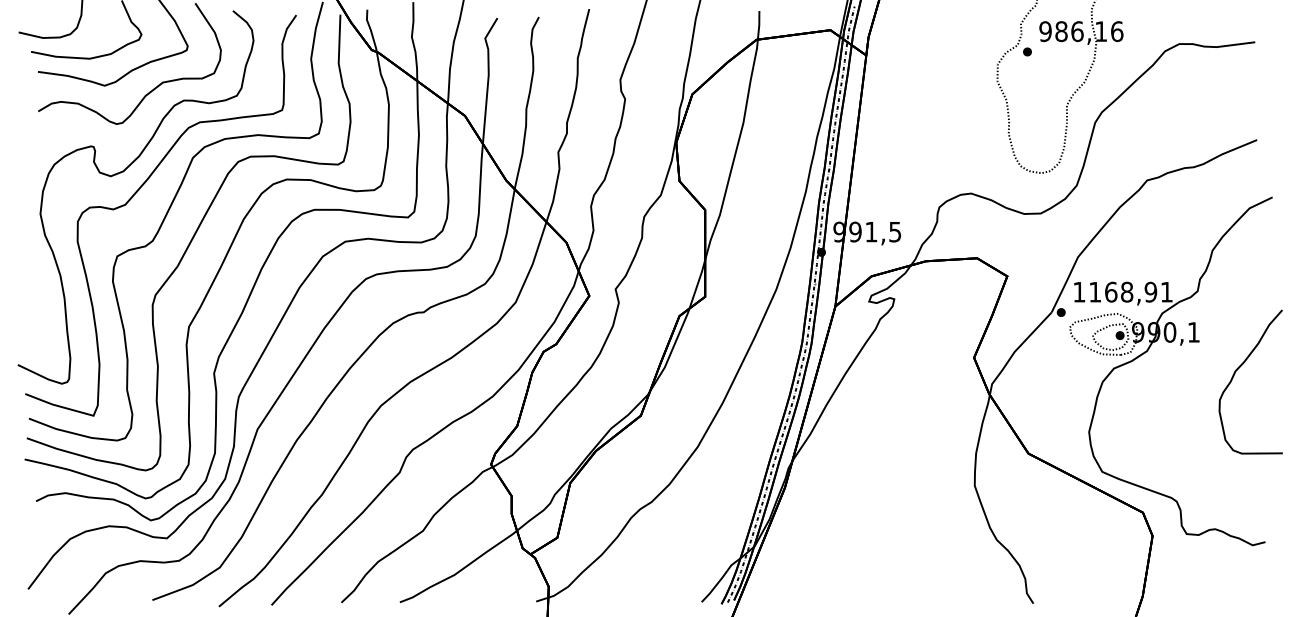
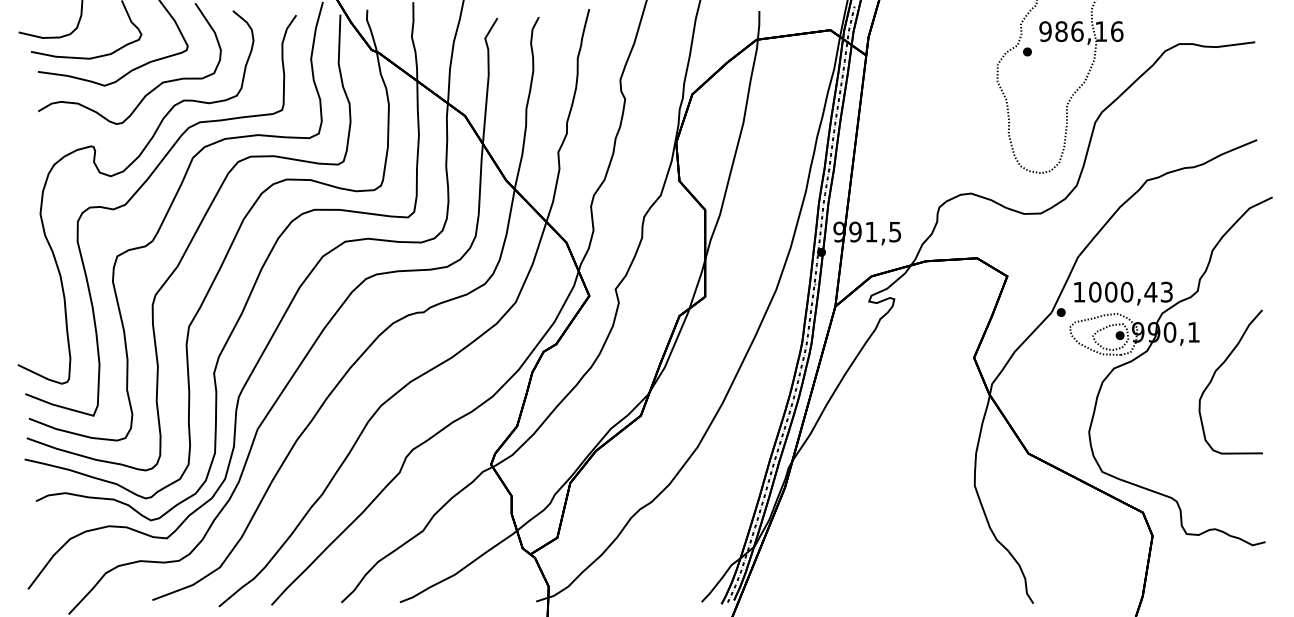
text at (1130, 291): 1168,91 -> 1000,43
curve at (1234, 376) position: (1234, 376) -> (1214, 376)
